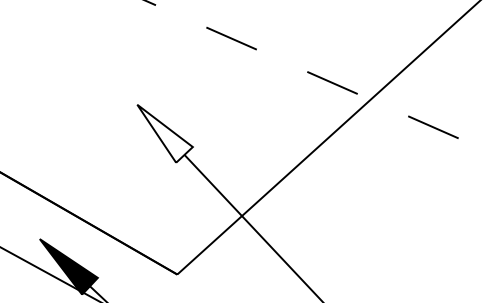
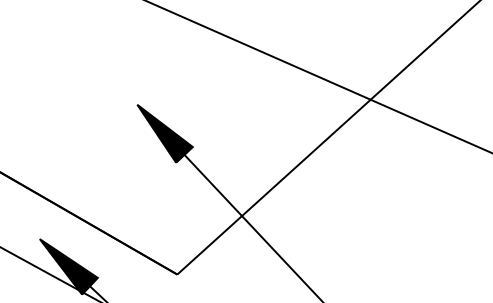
line at (318, 76): dashed -> solid
fill at (164, 133): none -> present
